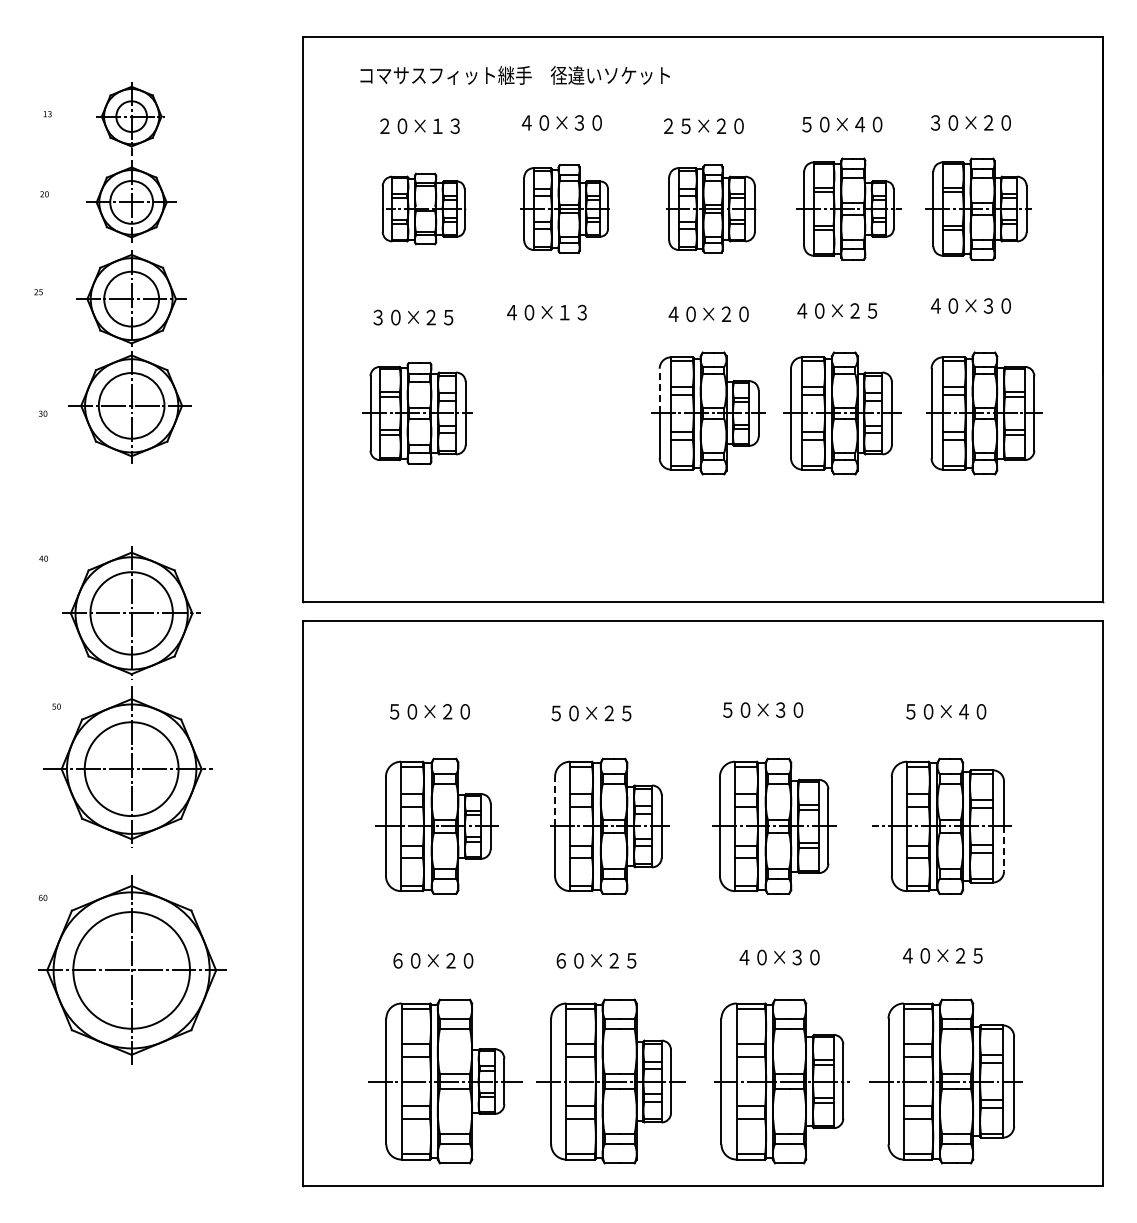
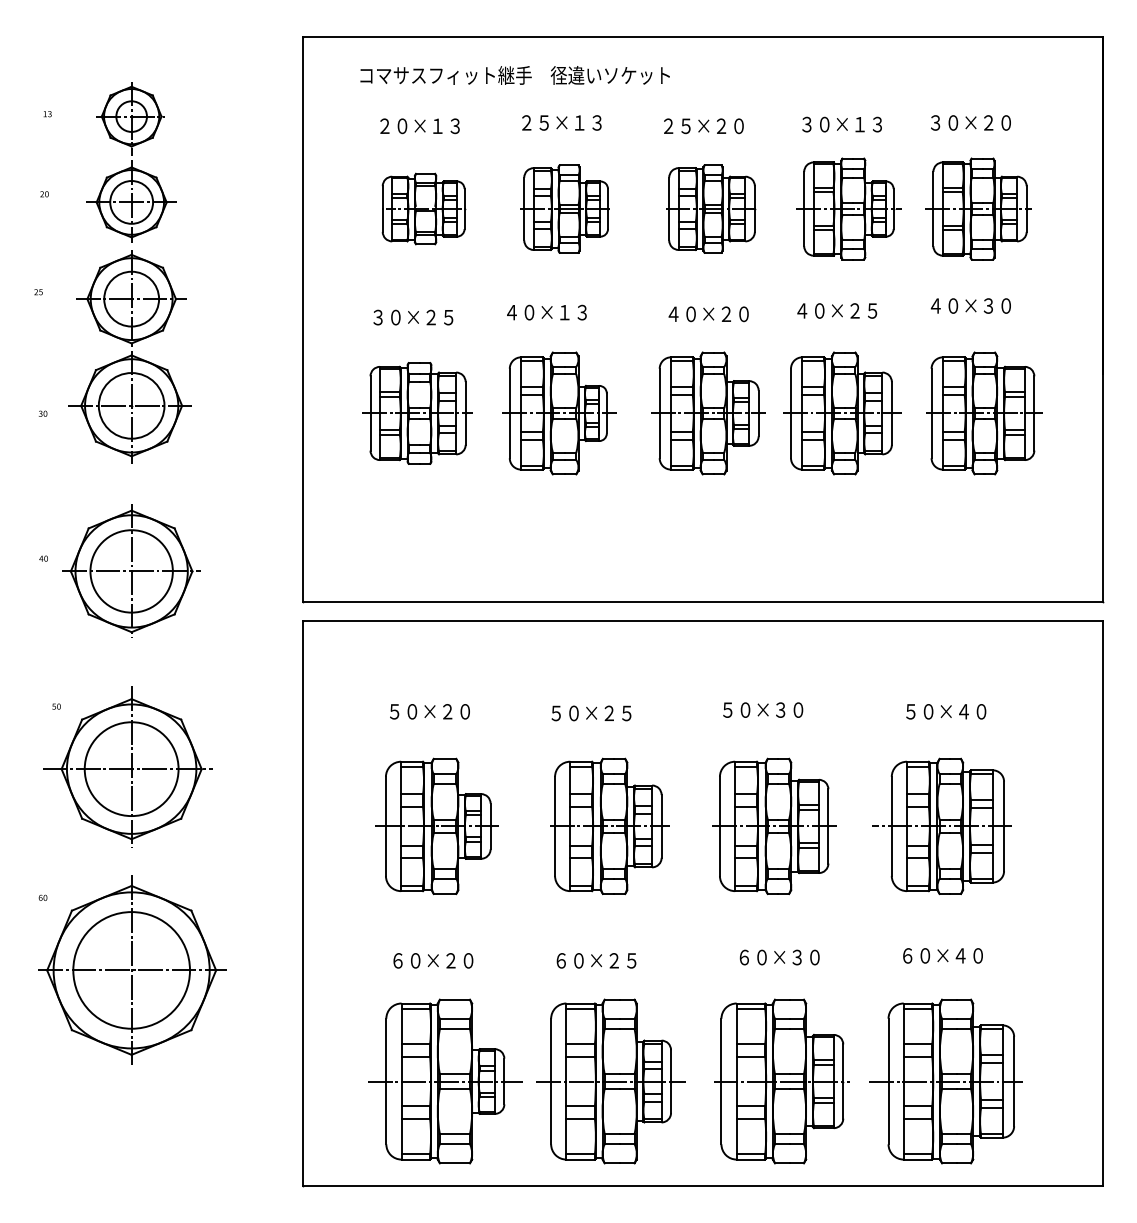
text at (561, 122): ４０×３０ -> ２５×１３
text at (842, 124): ５０×４０ -> ３０×１３
line at (659, 390): dashed -> solid
part at (559, 413): none -> present
part at (131, 612) position: (131, 612) -> (131, 570)
line at (555, 801): dashed -> solid
line at (1004, 849): dashed -> solid
text at (942, 955): ４０×２５ -> ６０×４０
text at (744, 957): ４０×３０ -> ６０×３０
